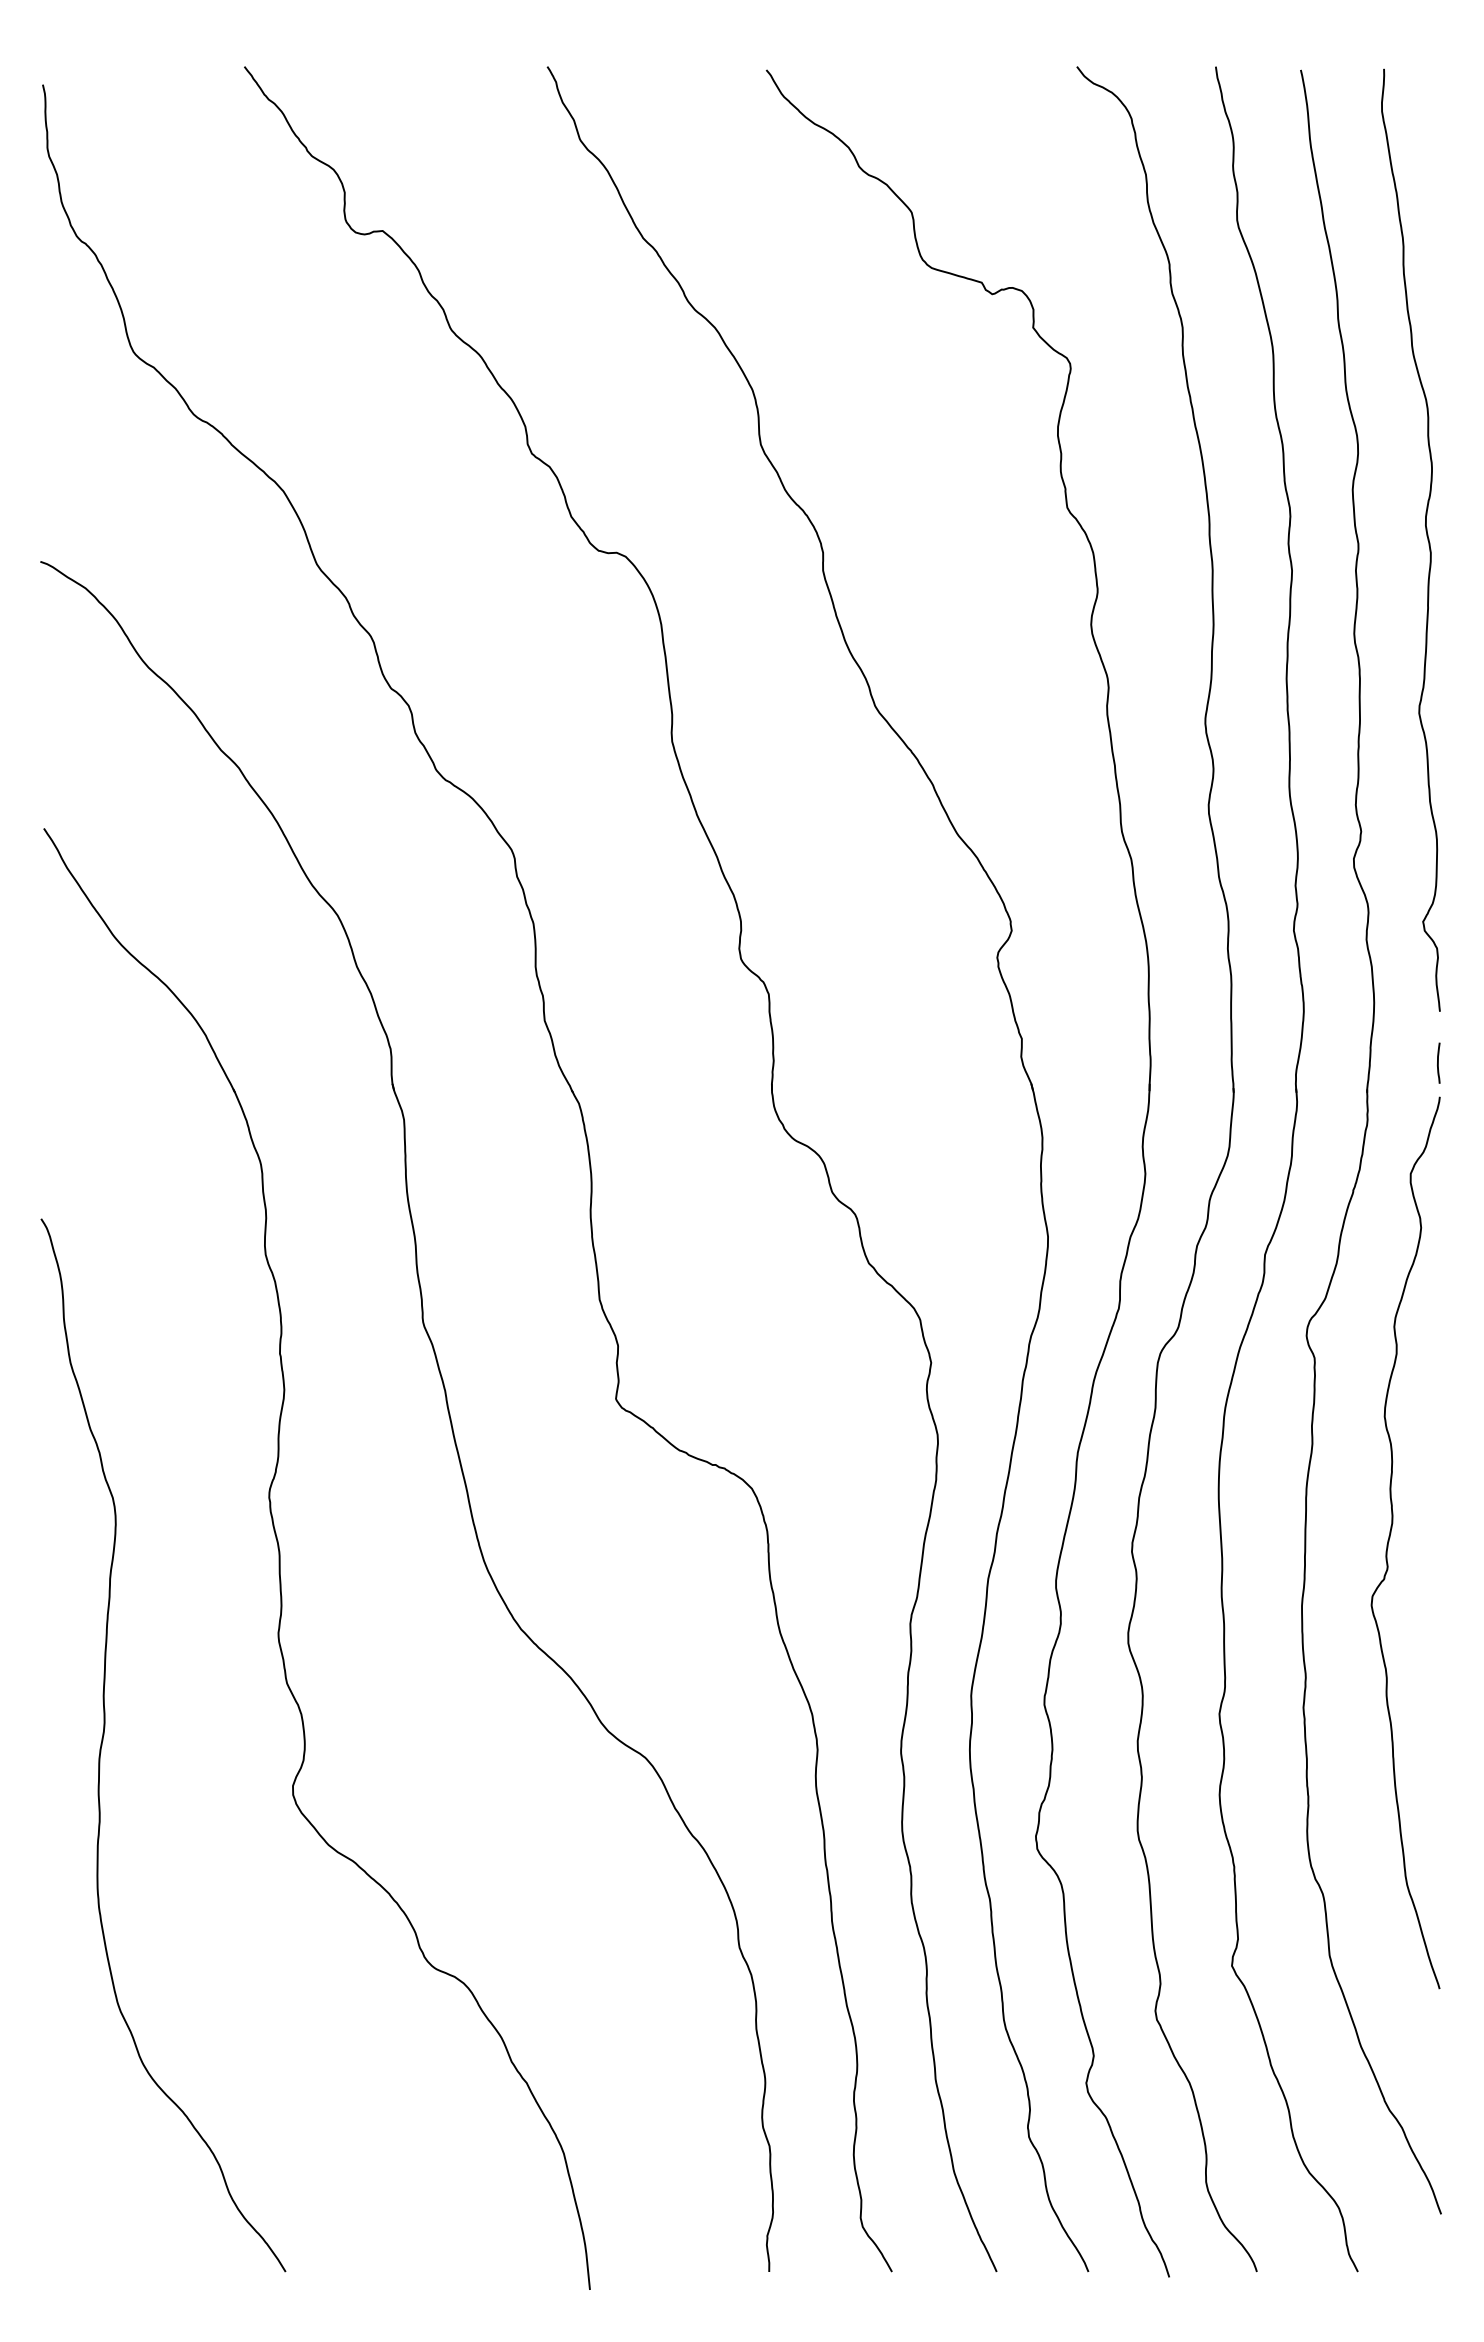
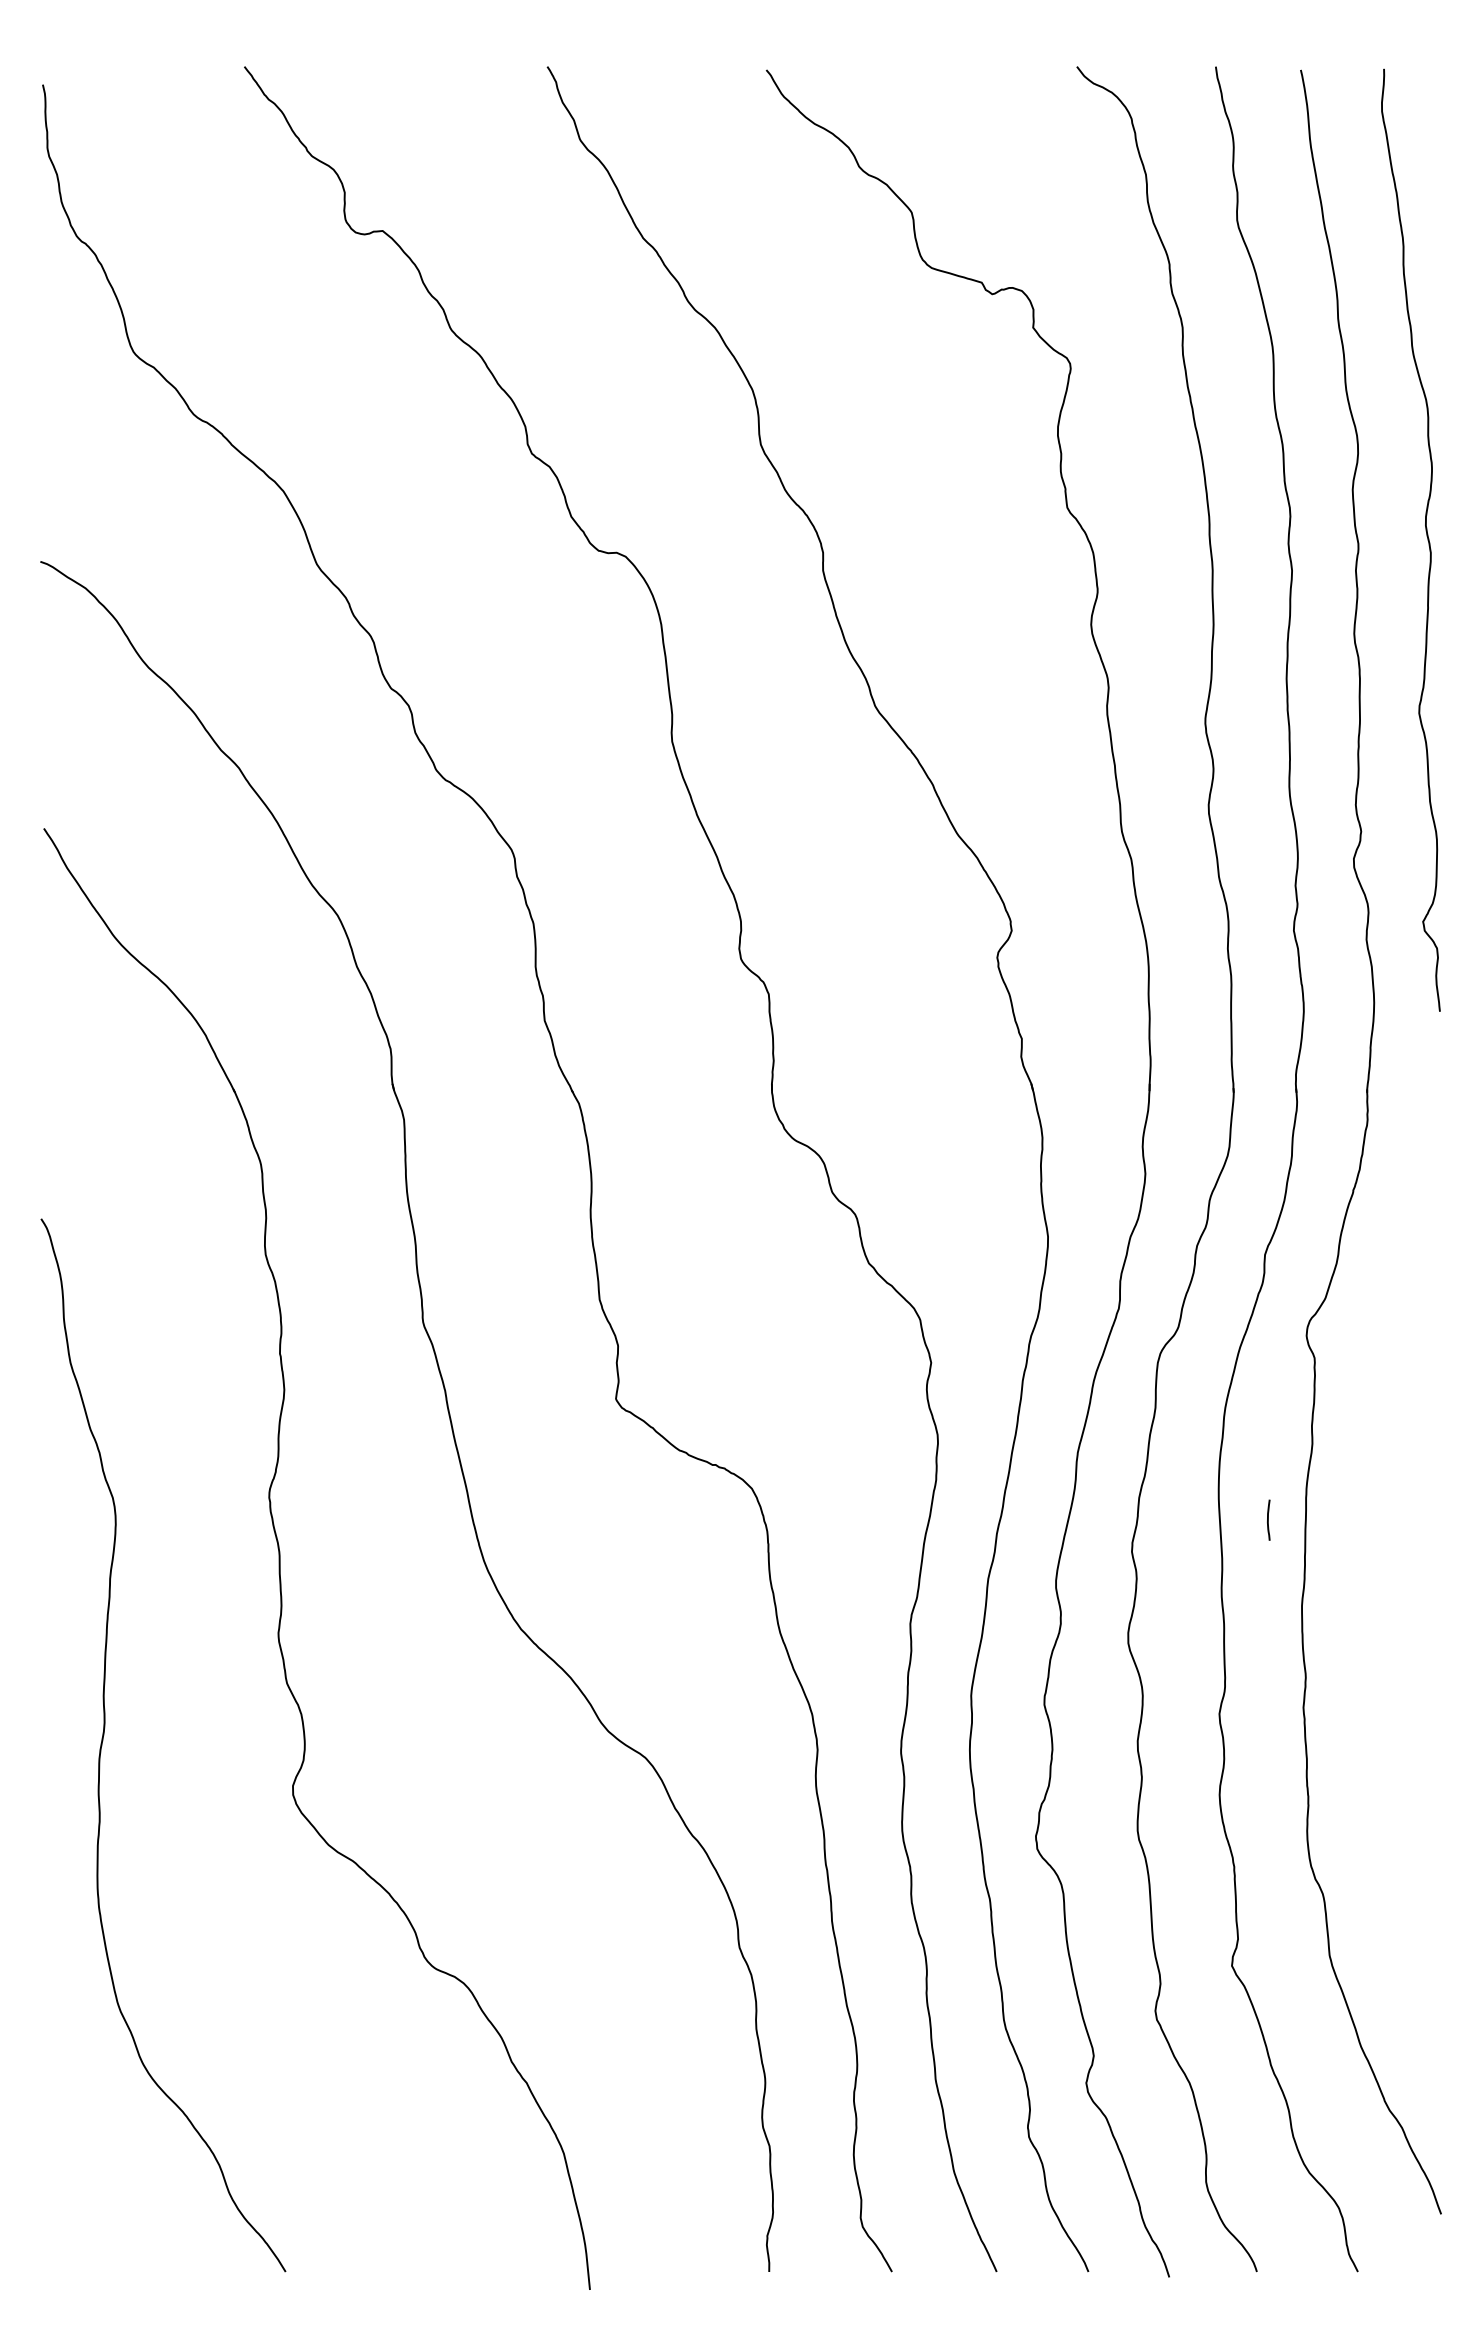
line at (1438, 1062) position: (1438, 1062) -> (1268, 1519)
curve at (1390, 1537): present -> none
